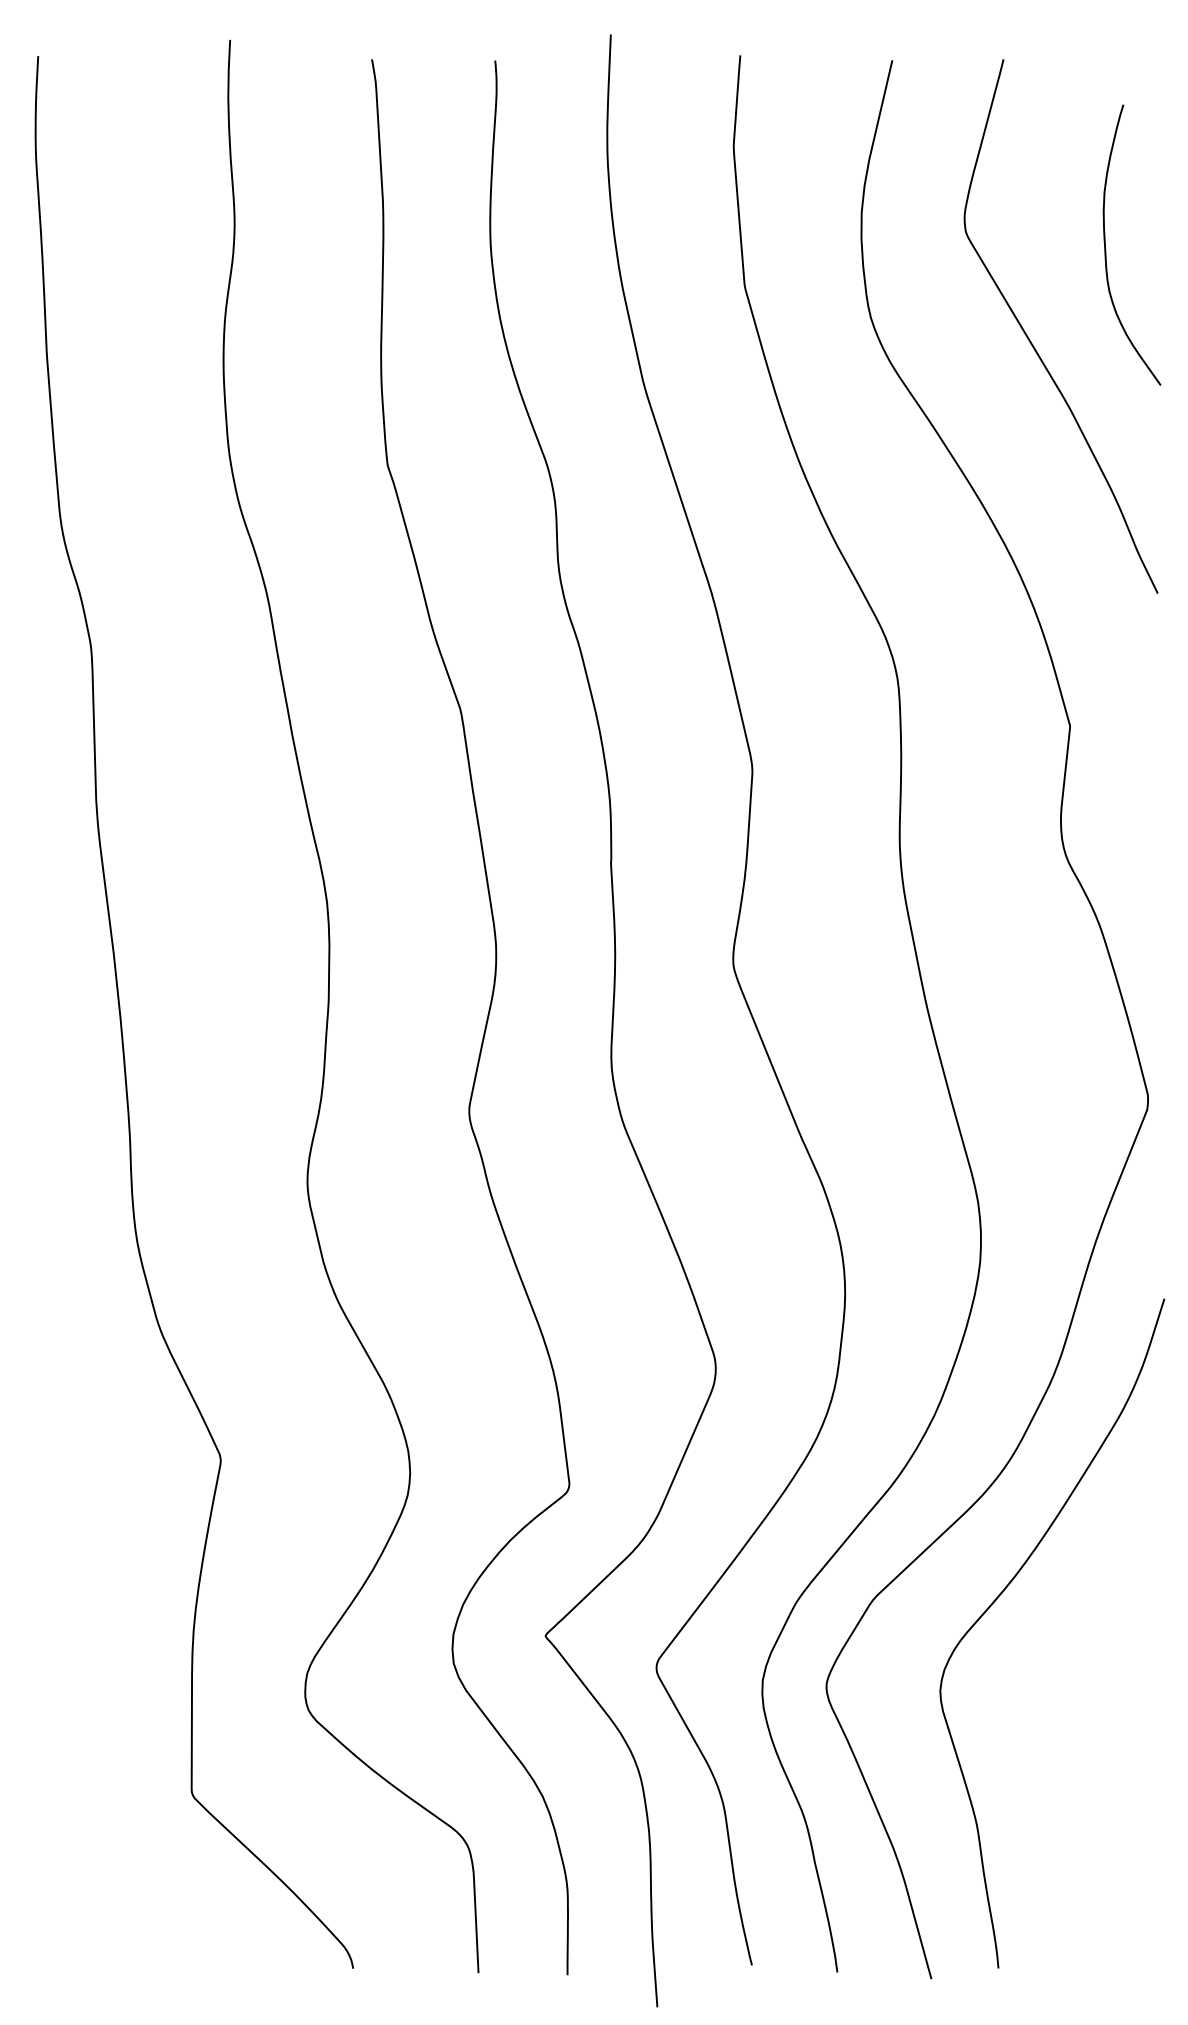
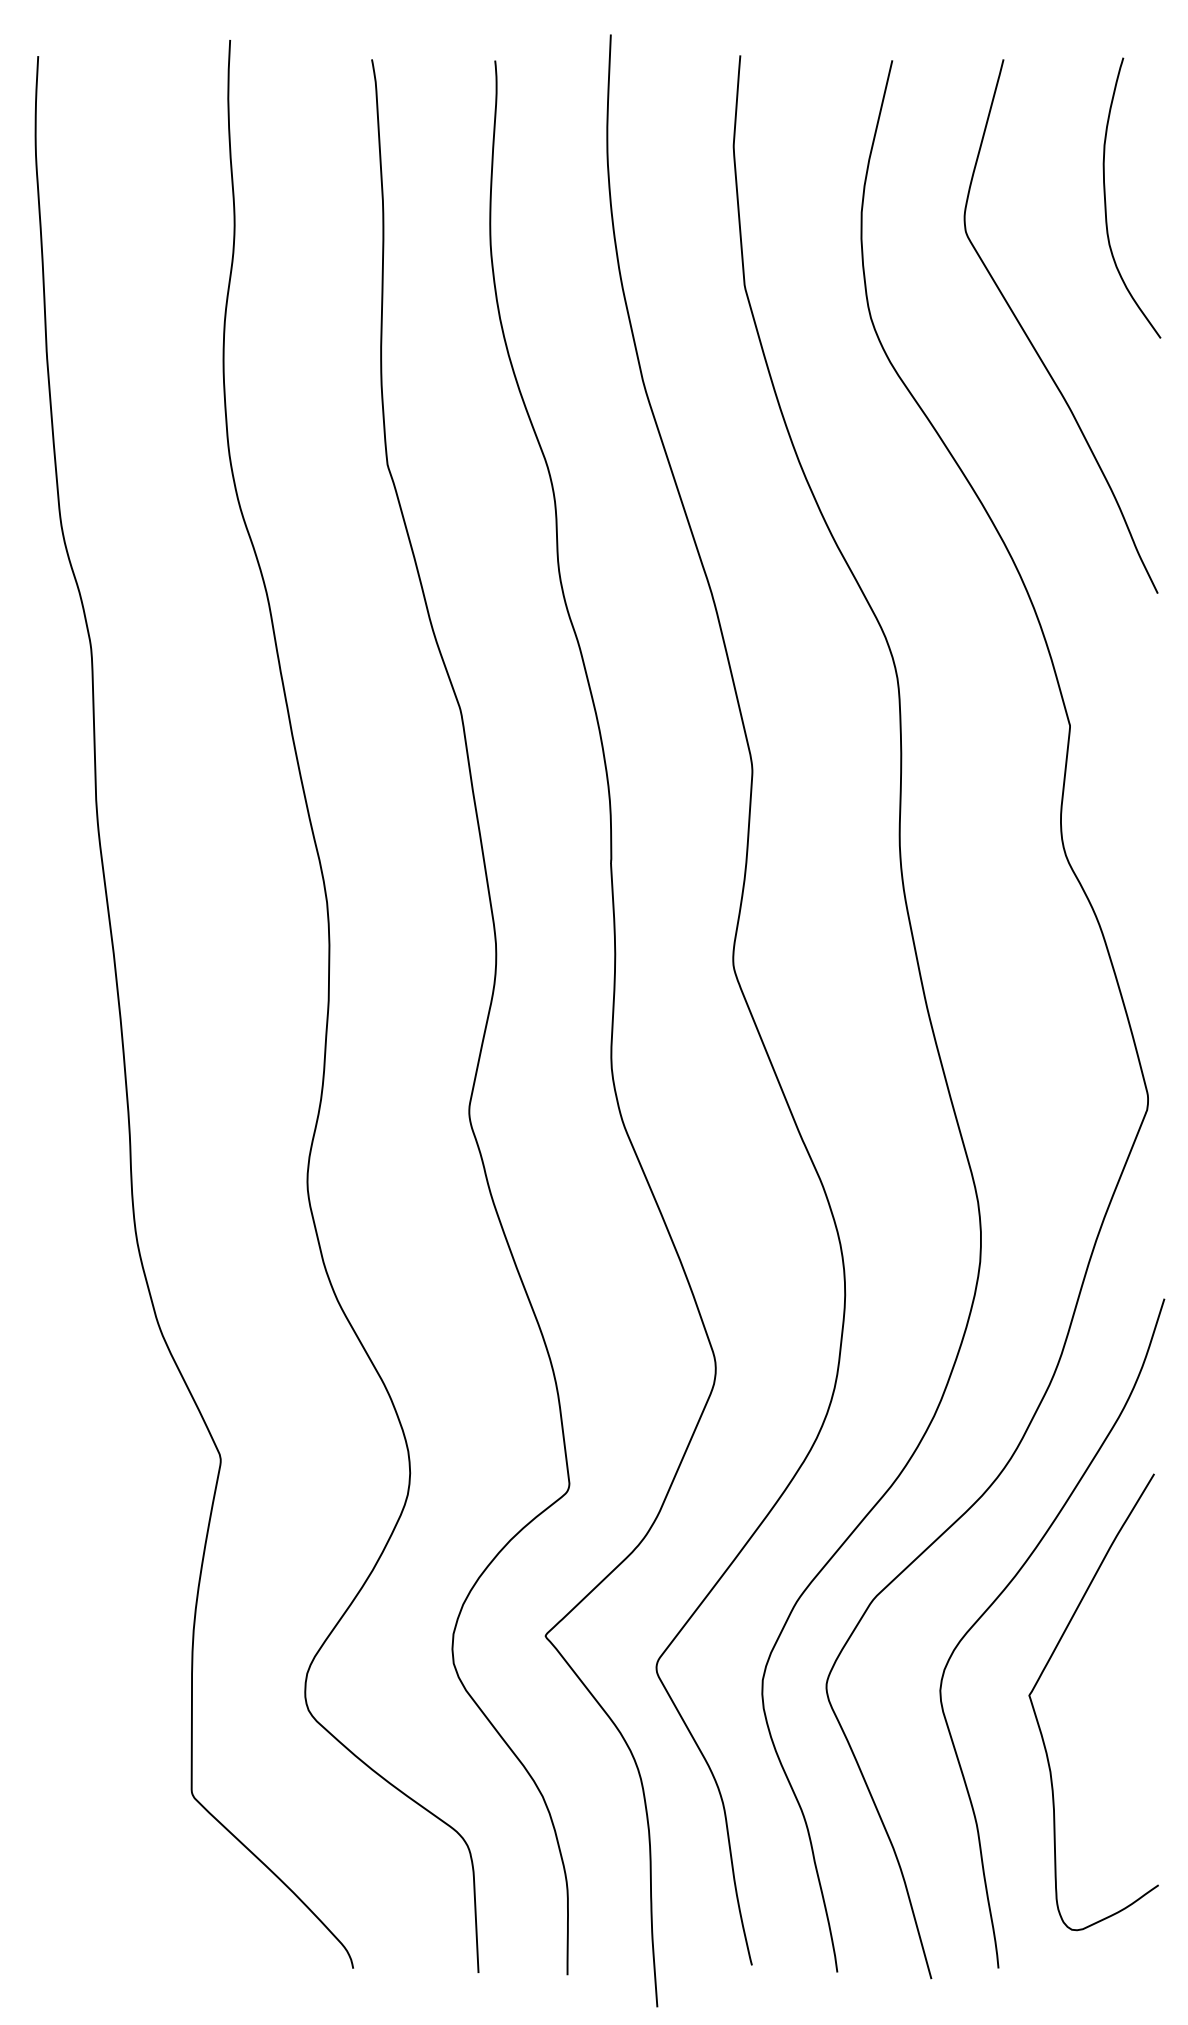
curve at (1106, 249) position: (1106, 249) -> (1106, 202)
curve at (1038, 1720): none -> present
